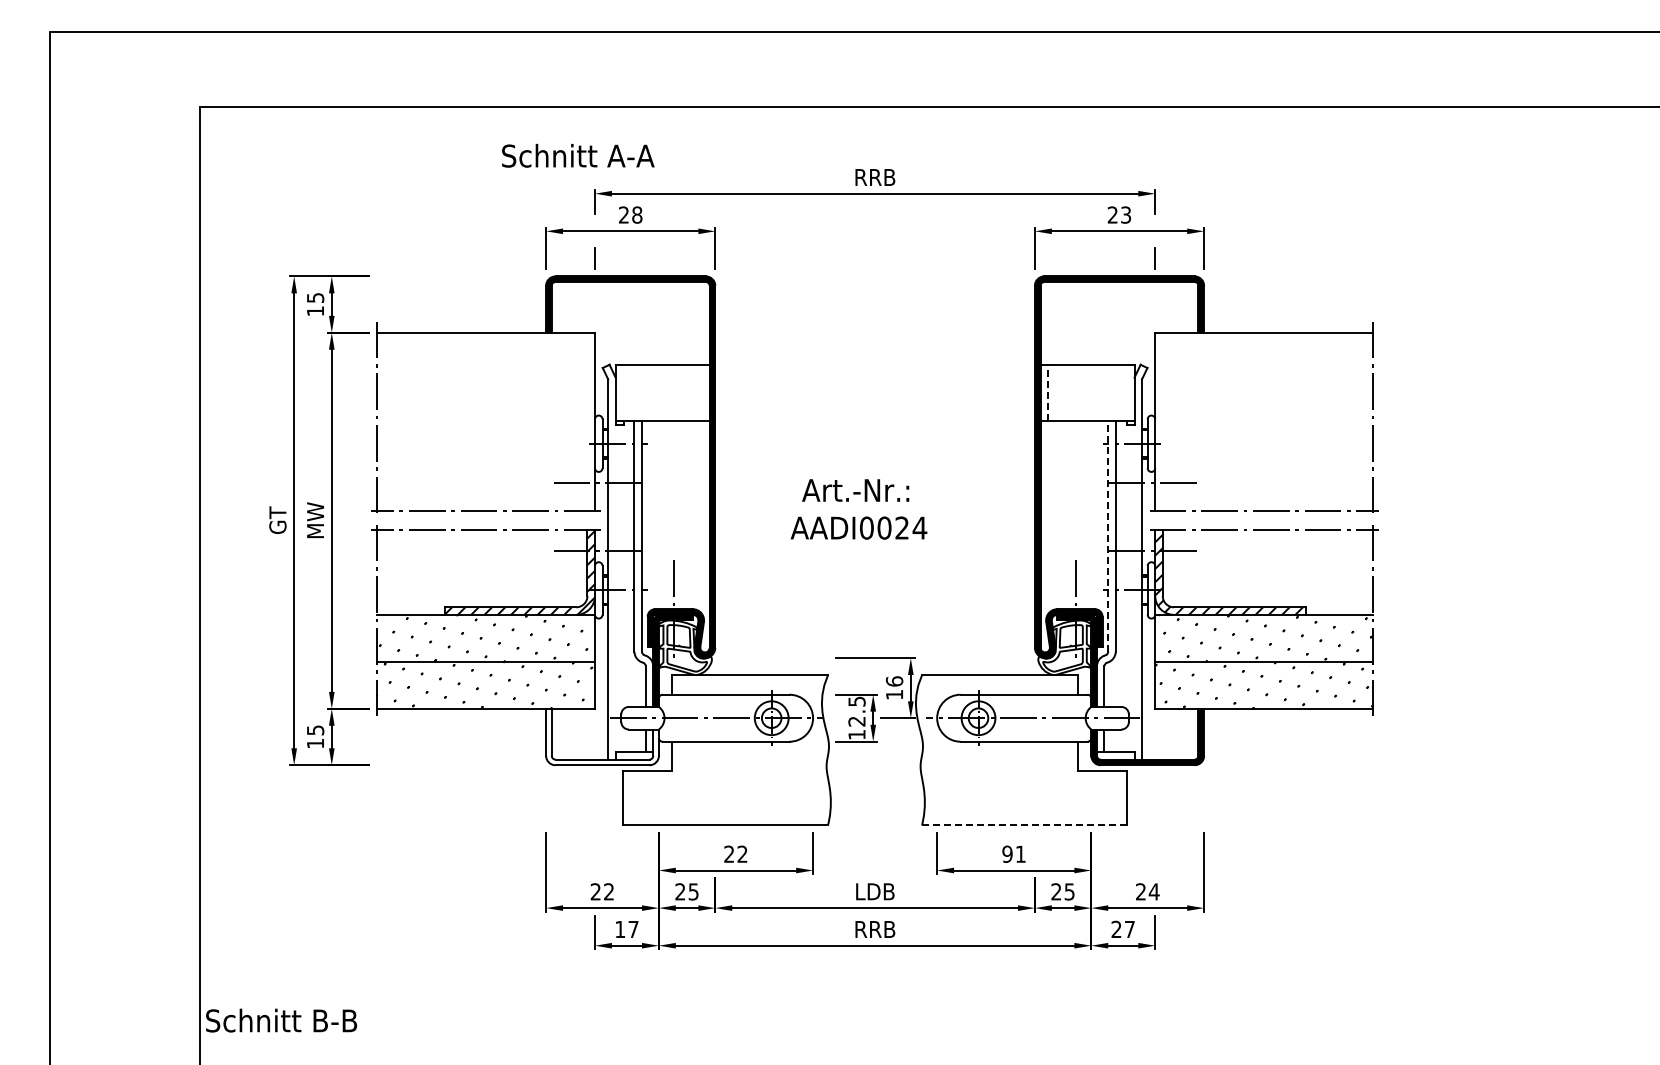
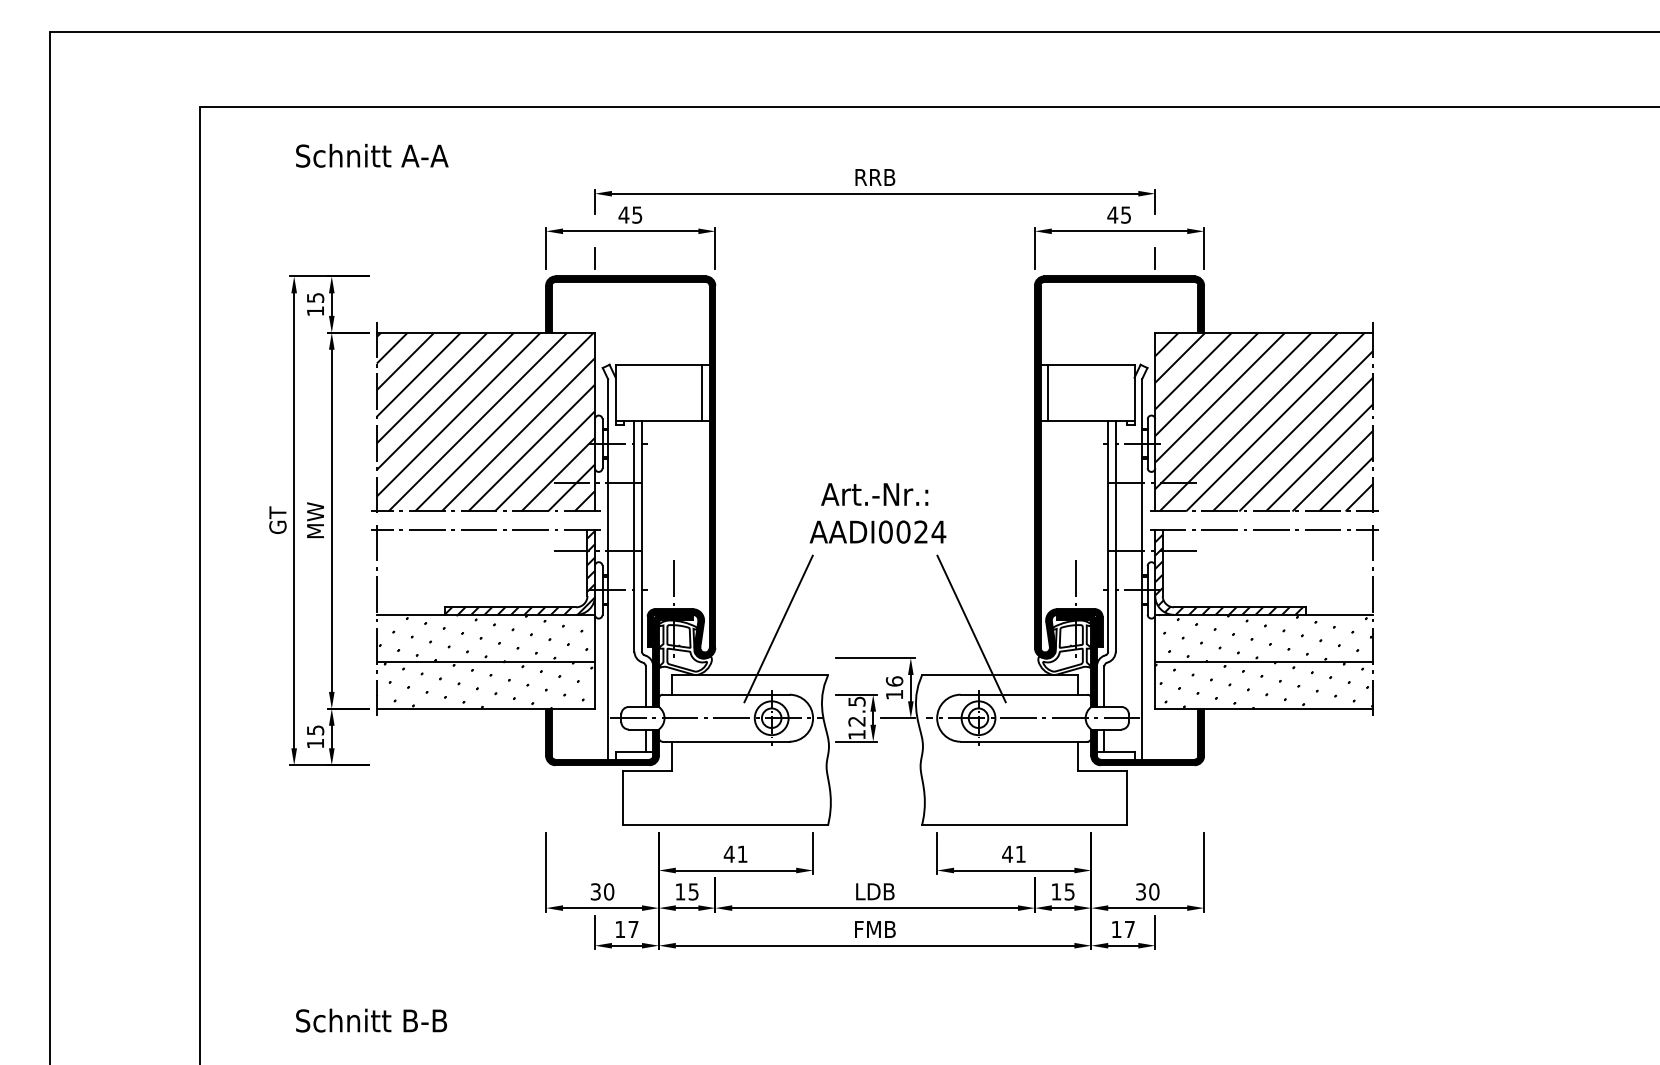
text at (578, 155) position: (578, 155) -> (372, 155)
text at (630, 214): 28 -> 45
text at (1119, 214): 23 -> 45
line at (702, 392): none -> present
line at (1048, 392): dashed -> solid
hatch at (485, 421): none -> present
hatch at (1264, 421): none -> present
text at (858, 509) position: (858, 509) -> (877, 513)
line at (1108, 535): dashed -> solid
line at (778, 628): none -> present
line at (971, 628): none -> present
fill at (602, 736): none -> present
line at (1024, 825): dashed -> solid
text at (735, 853): 22 -> 41
text at (1007, 853): 91 -> 41
text at (602, 891): 22 -> 30
text at (680, 891): 25 -> 15
text at (1056, 891): 25 -> 15
text at (1147, 891): 24 -> 30
text at (1116, 928): 27 -> 17
text at (875, 929): RRB -> FMB
text at (281, 1020) position: (281, 1020) -> (371, 1020)
